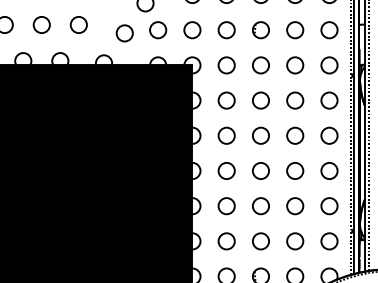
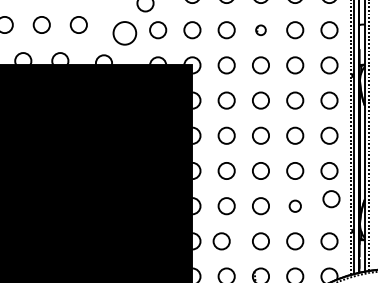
circle at (260, 30) size: 18x19 px -> 12x13 px
circle at (124, 33) size: 19x19 px -> 26x25 px
circle at (295, 206) size: 19x19 px -> 14x14 px
circle at (329, 206) position: (329, 206) -> (331, 199)
circle at (226, 241) position: (226, 241) -> (221, 241)
